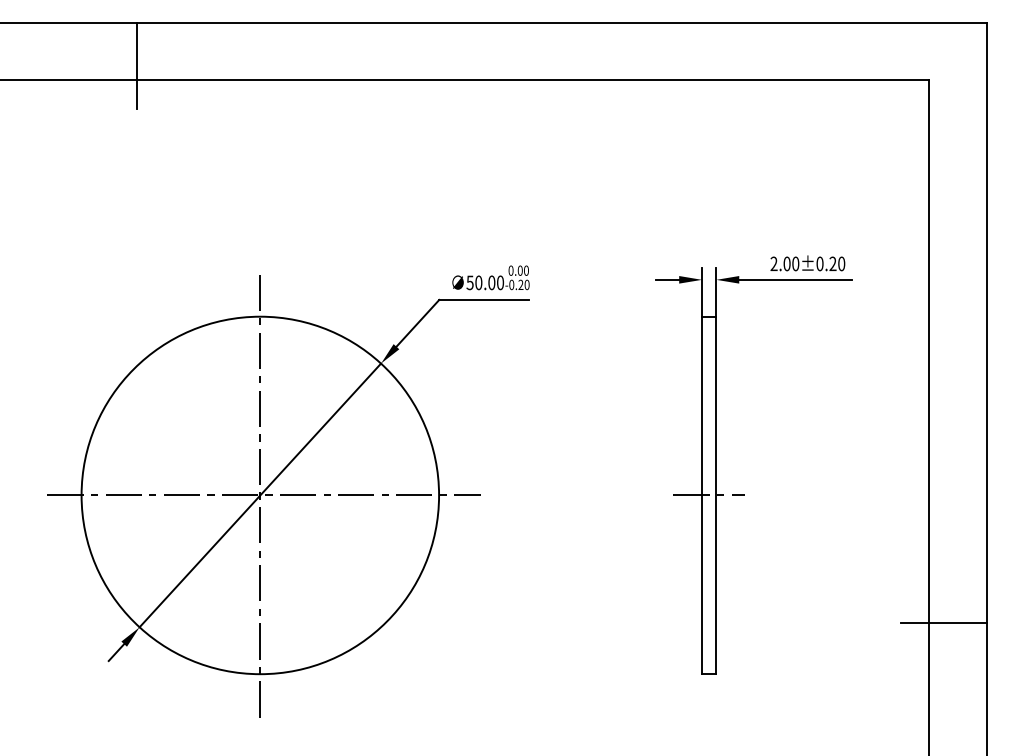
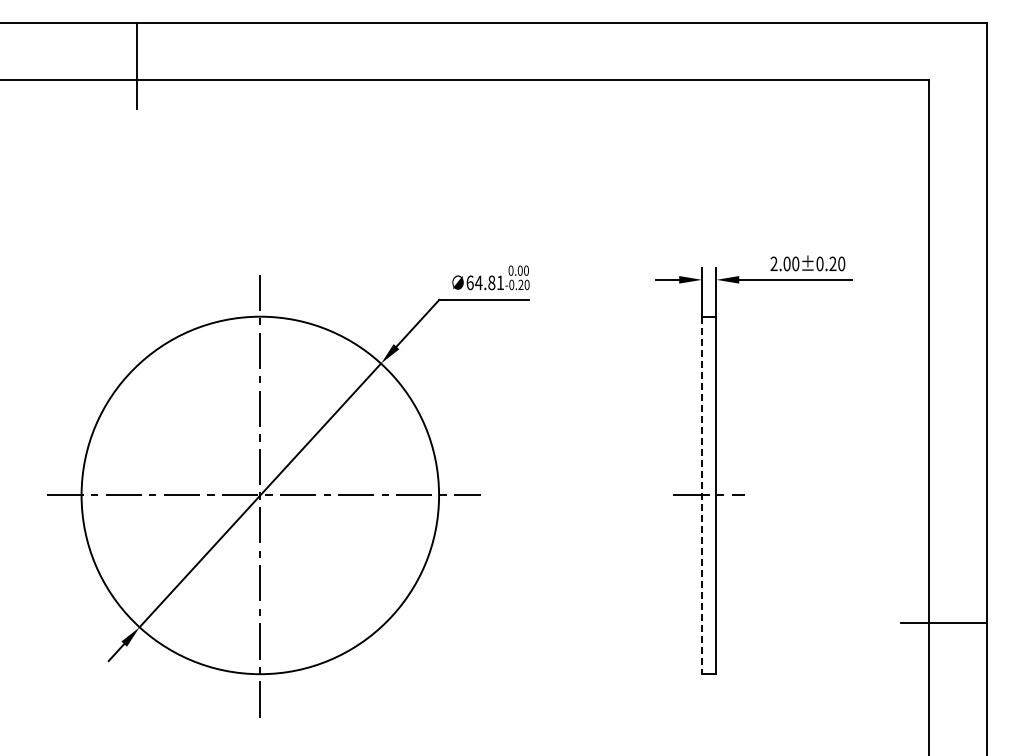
text at (485, 282): 50.00 -> 64.81
line at (702, 495): solid -> dashed
